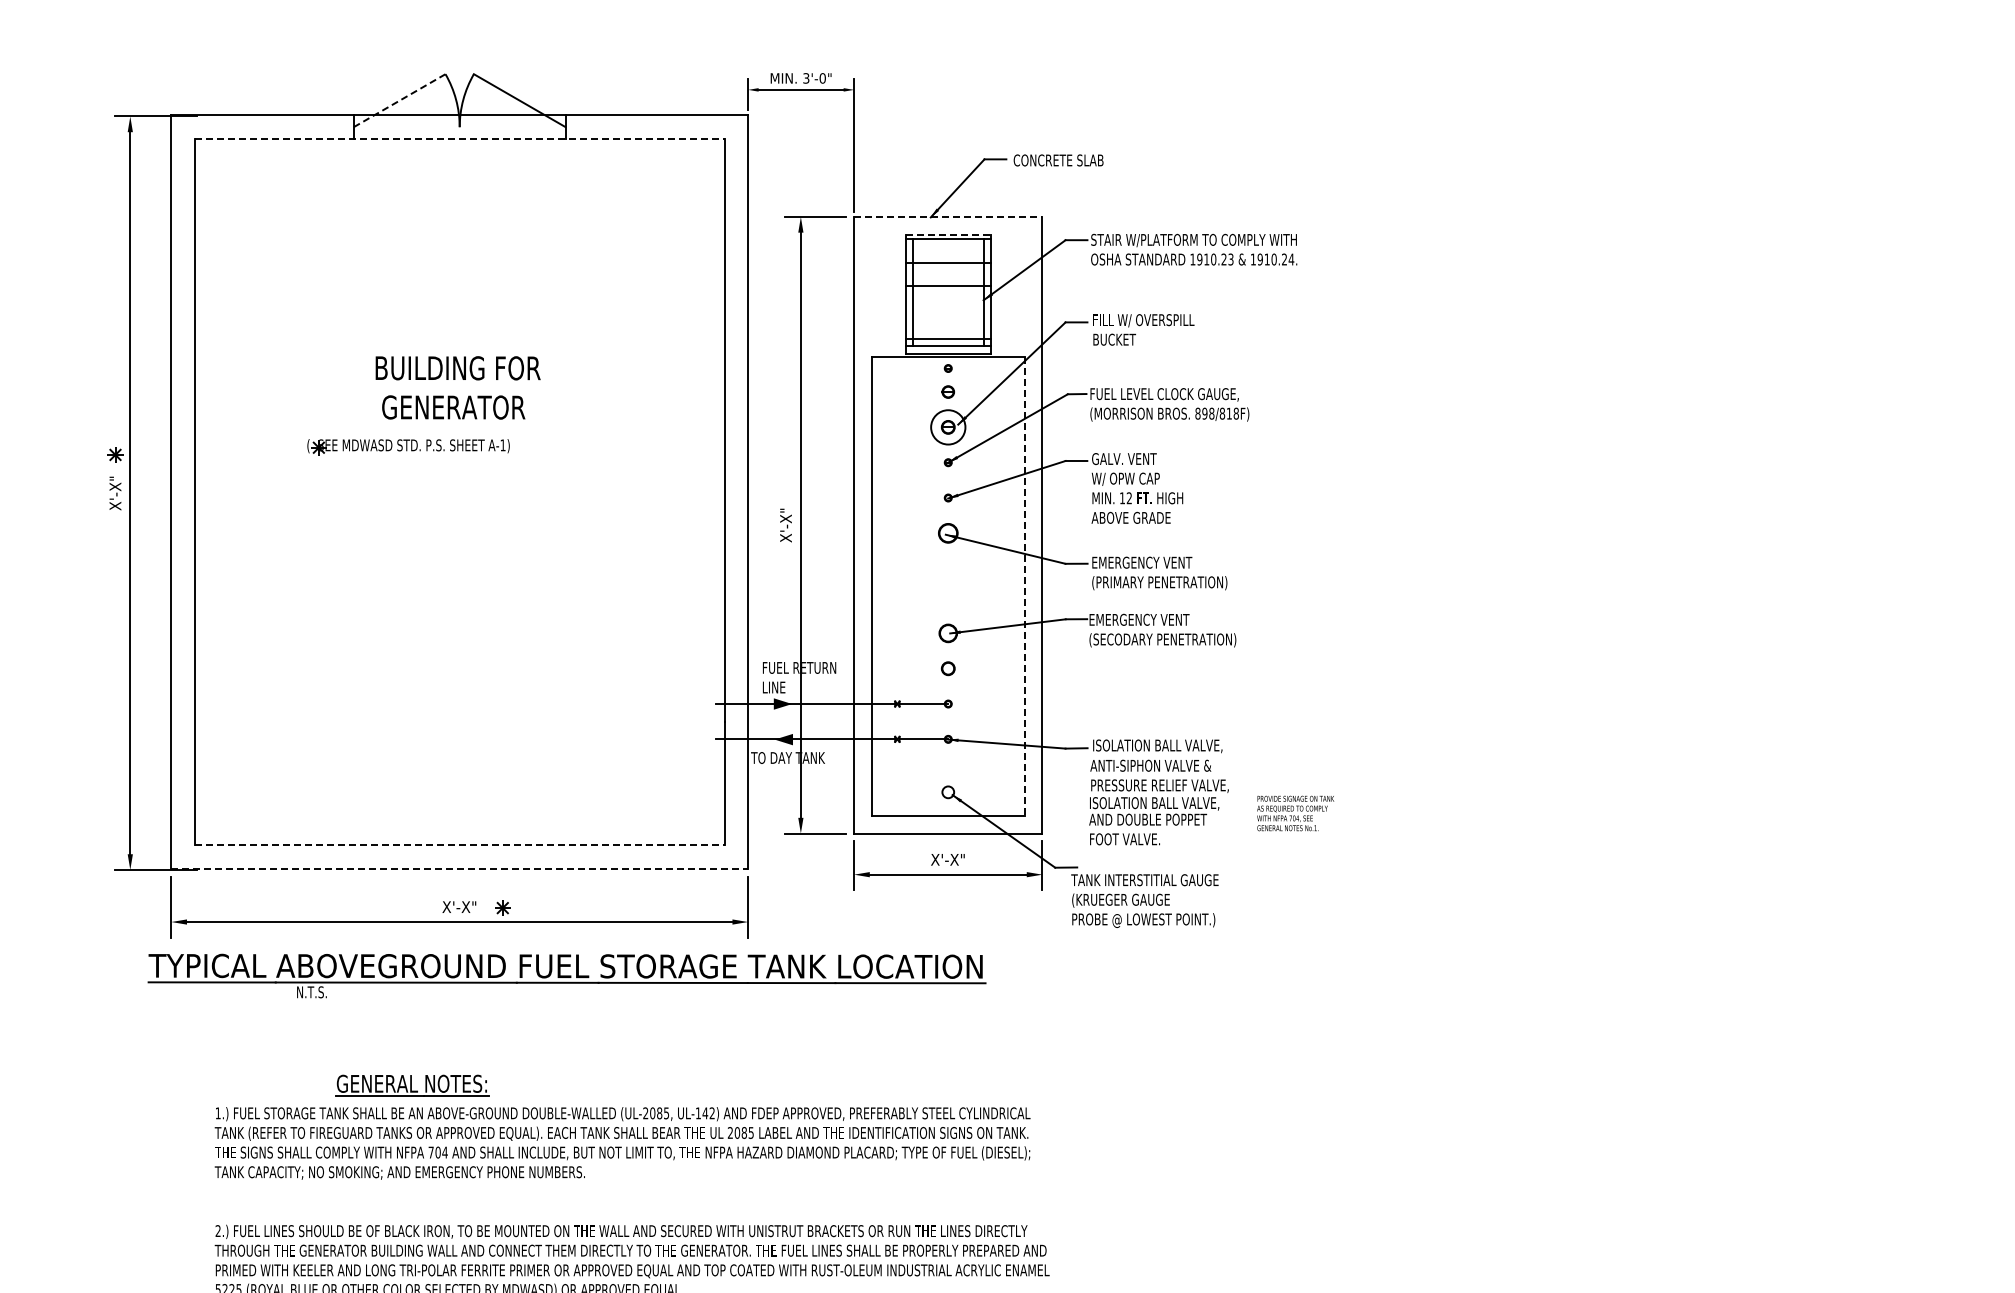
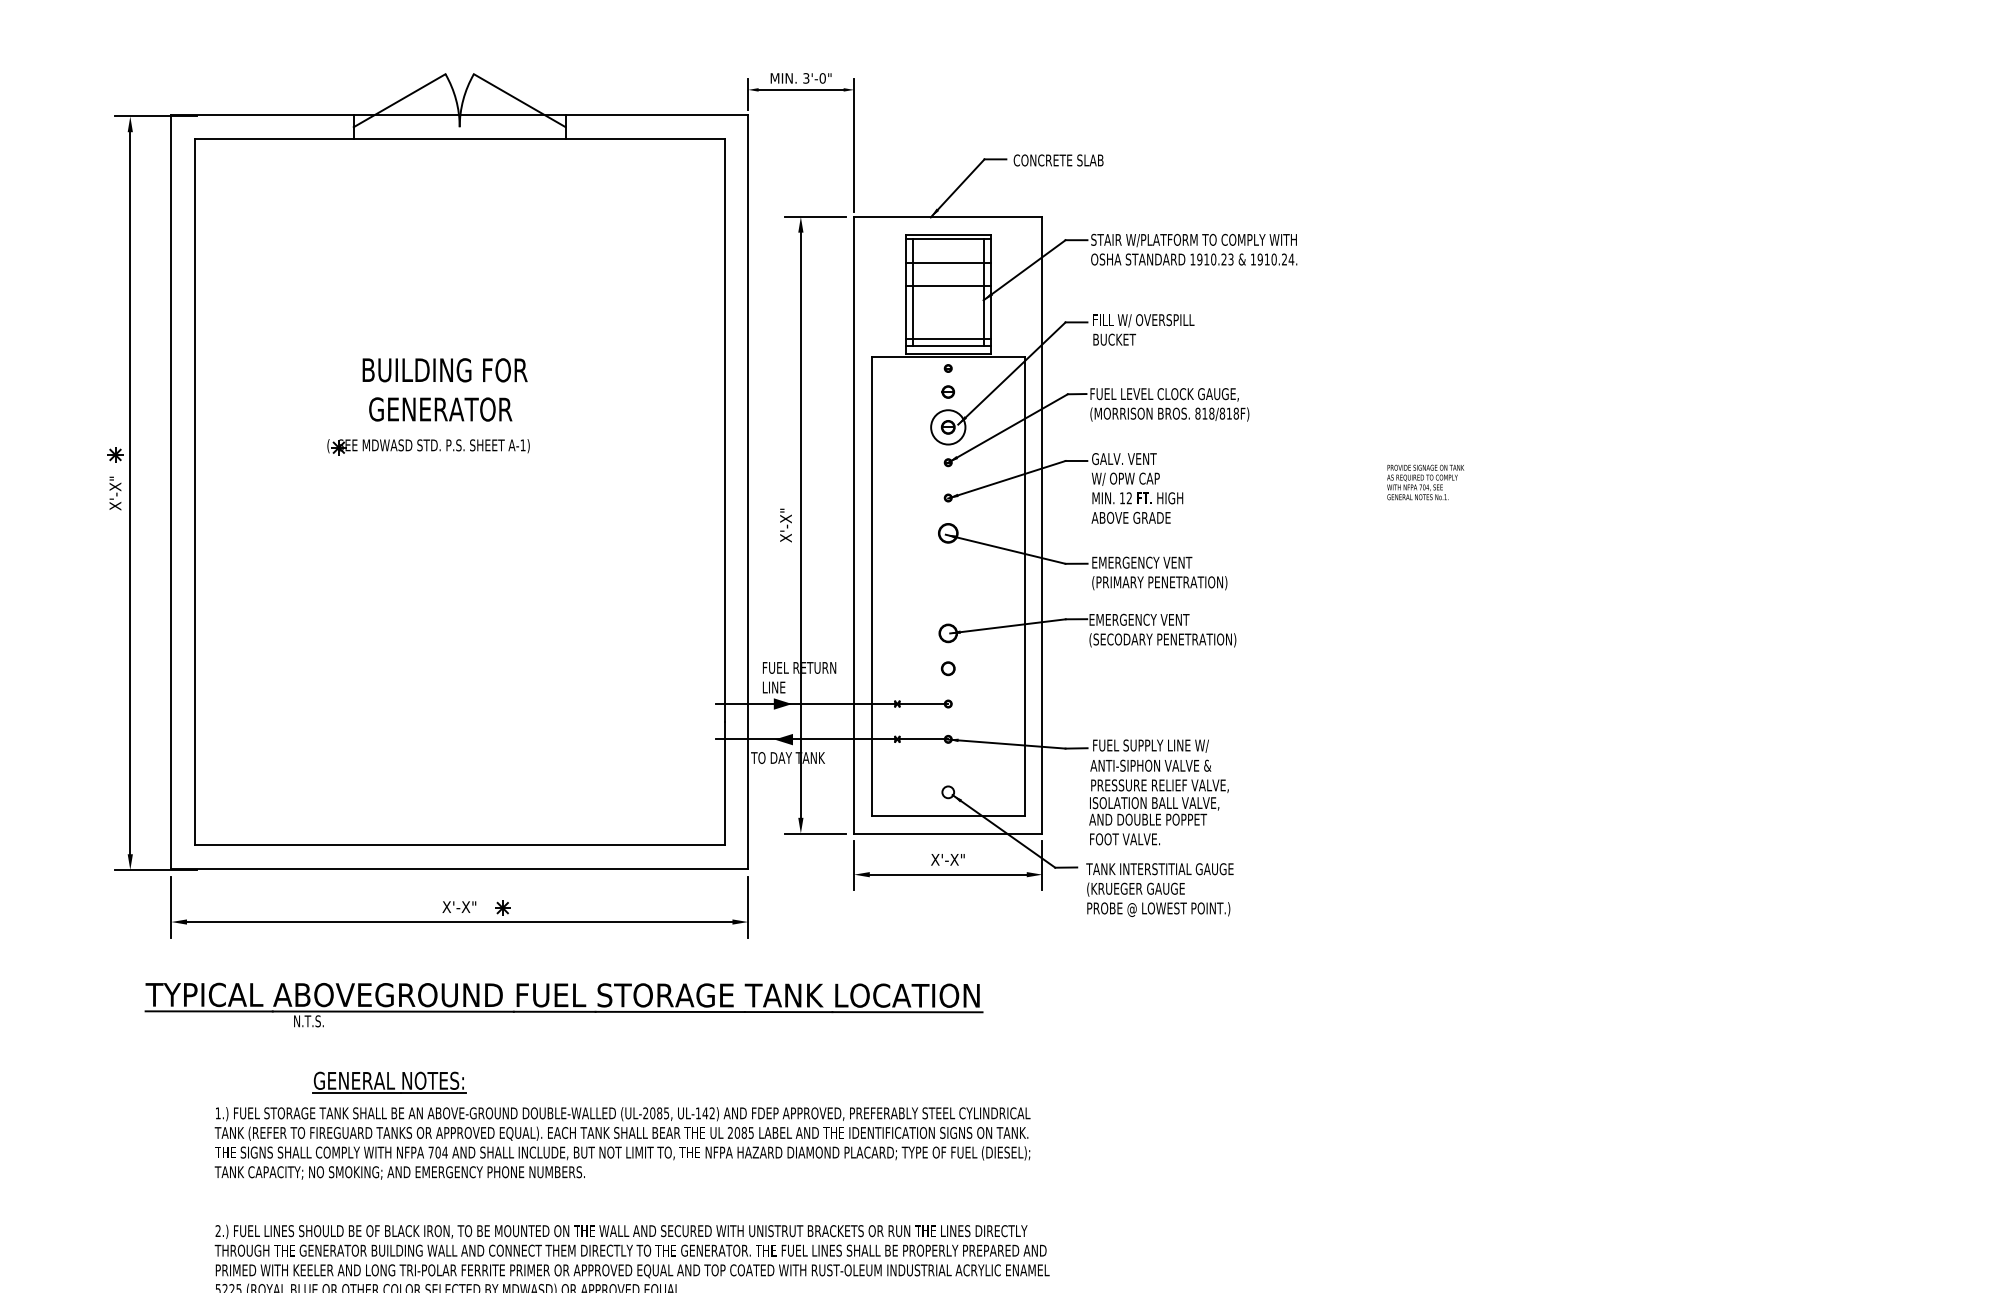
line at (399, 100): dashed -> solid
line at (459, 138): dashed -> solid
line at (948, 216): dashed -> solid
line at (948, 234): dashed -> solid
text at (457, 387) position: (457, 387) -> (444, 389)
text at (1204, 413): 898/818F) -> 818/818F)
part at (408, 447) position: (408, 447) -> (428, 447)
line at (1024, 586): dashed -> solid
text at (1158, 746): ISOLATION BALL VALVE, -> FUEL SUPPLY LINE W/
text at (1295, 813) position: (1295, 813) -> (1425, 482)
line at (459, 845): dashed -> solid
line at (460, 868): dashed -> solid
text at (1144, 900) position: (1144, 900) -> (1159, 889)
part at (566, 975) position: (566, 975) -> (563, 1004)
part at (412, 1085) position: (412, 1085) -> (389, 1082)
